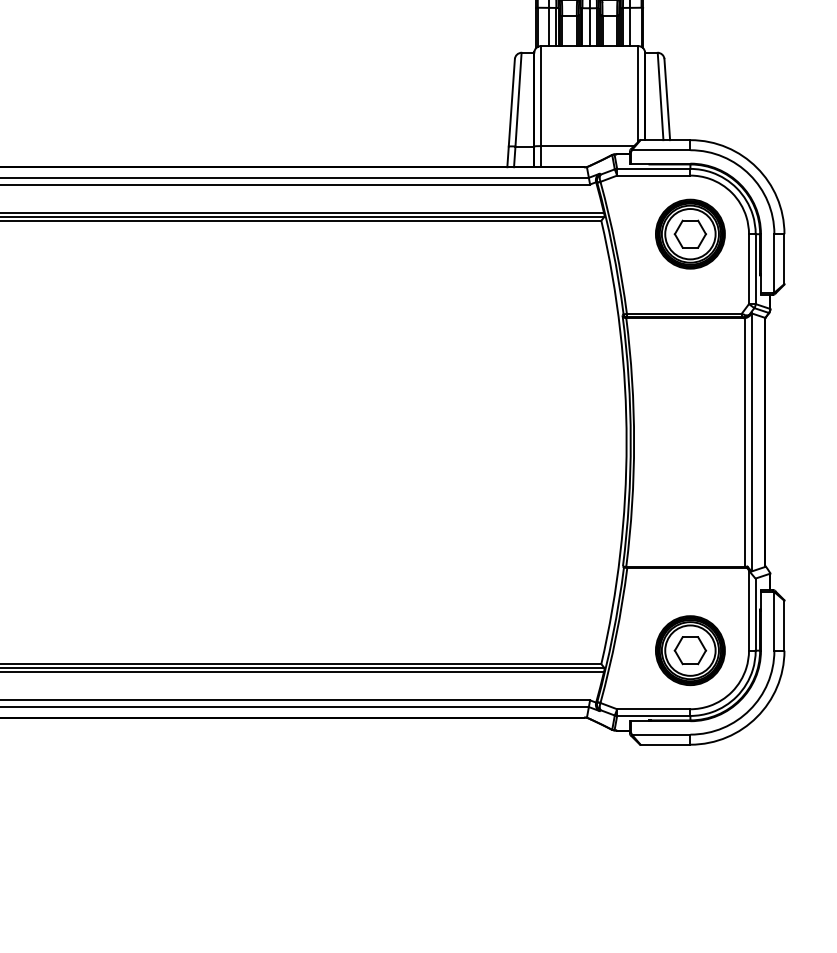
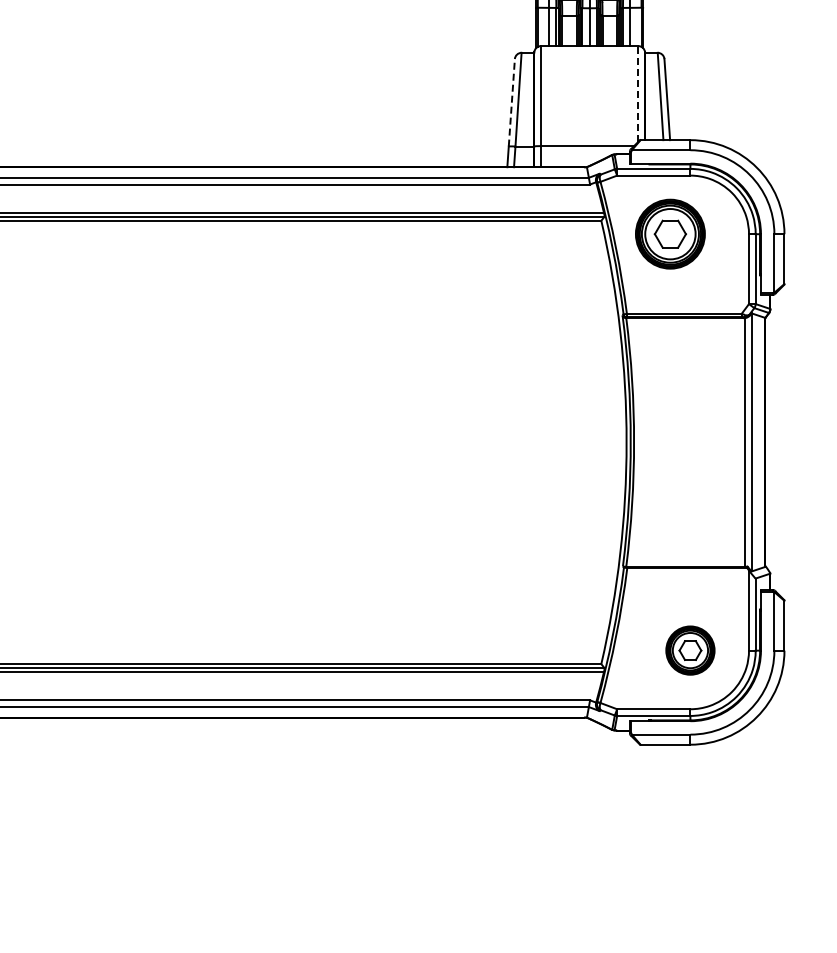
line at (638, 93): solid -> dashed
line at (511, 102): solid -> dashed
part at (690, 233) position: (690, 233) -> (670, 233)
part at (690, 650) size: 71x71 px -> 51x51 px
